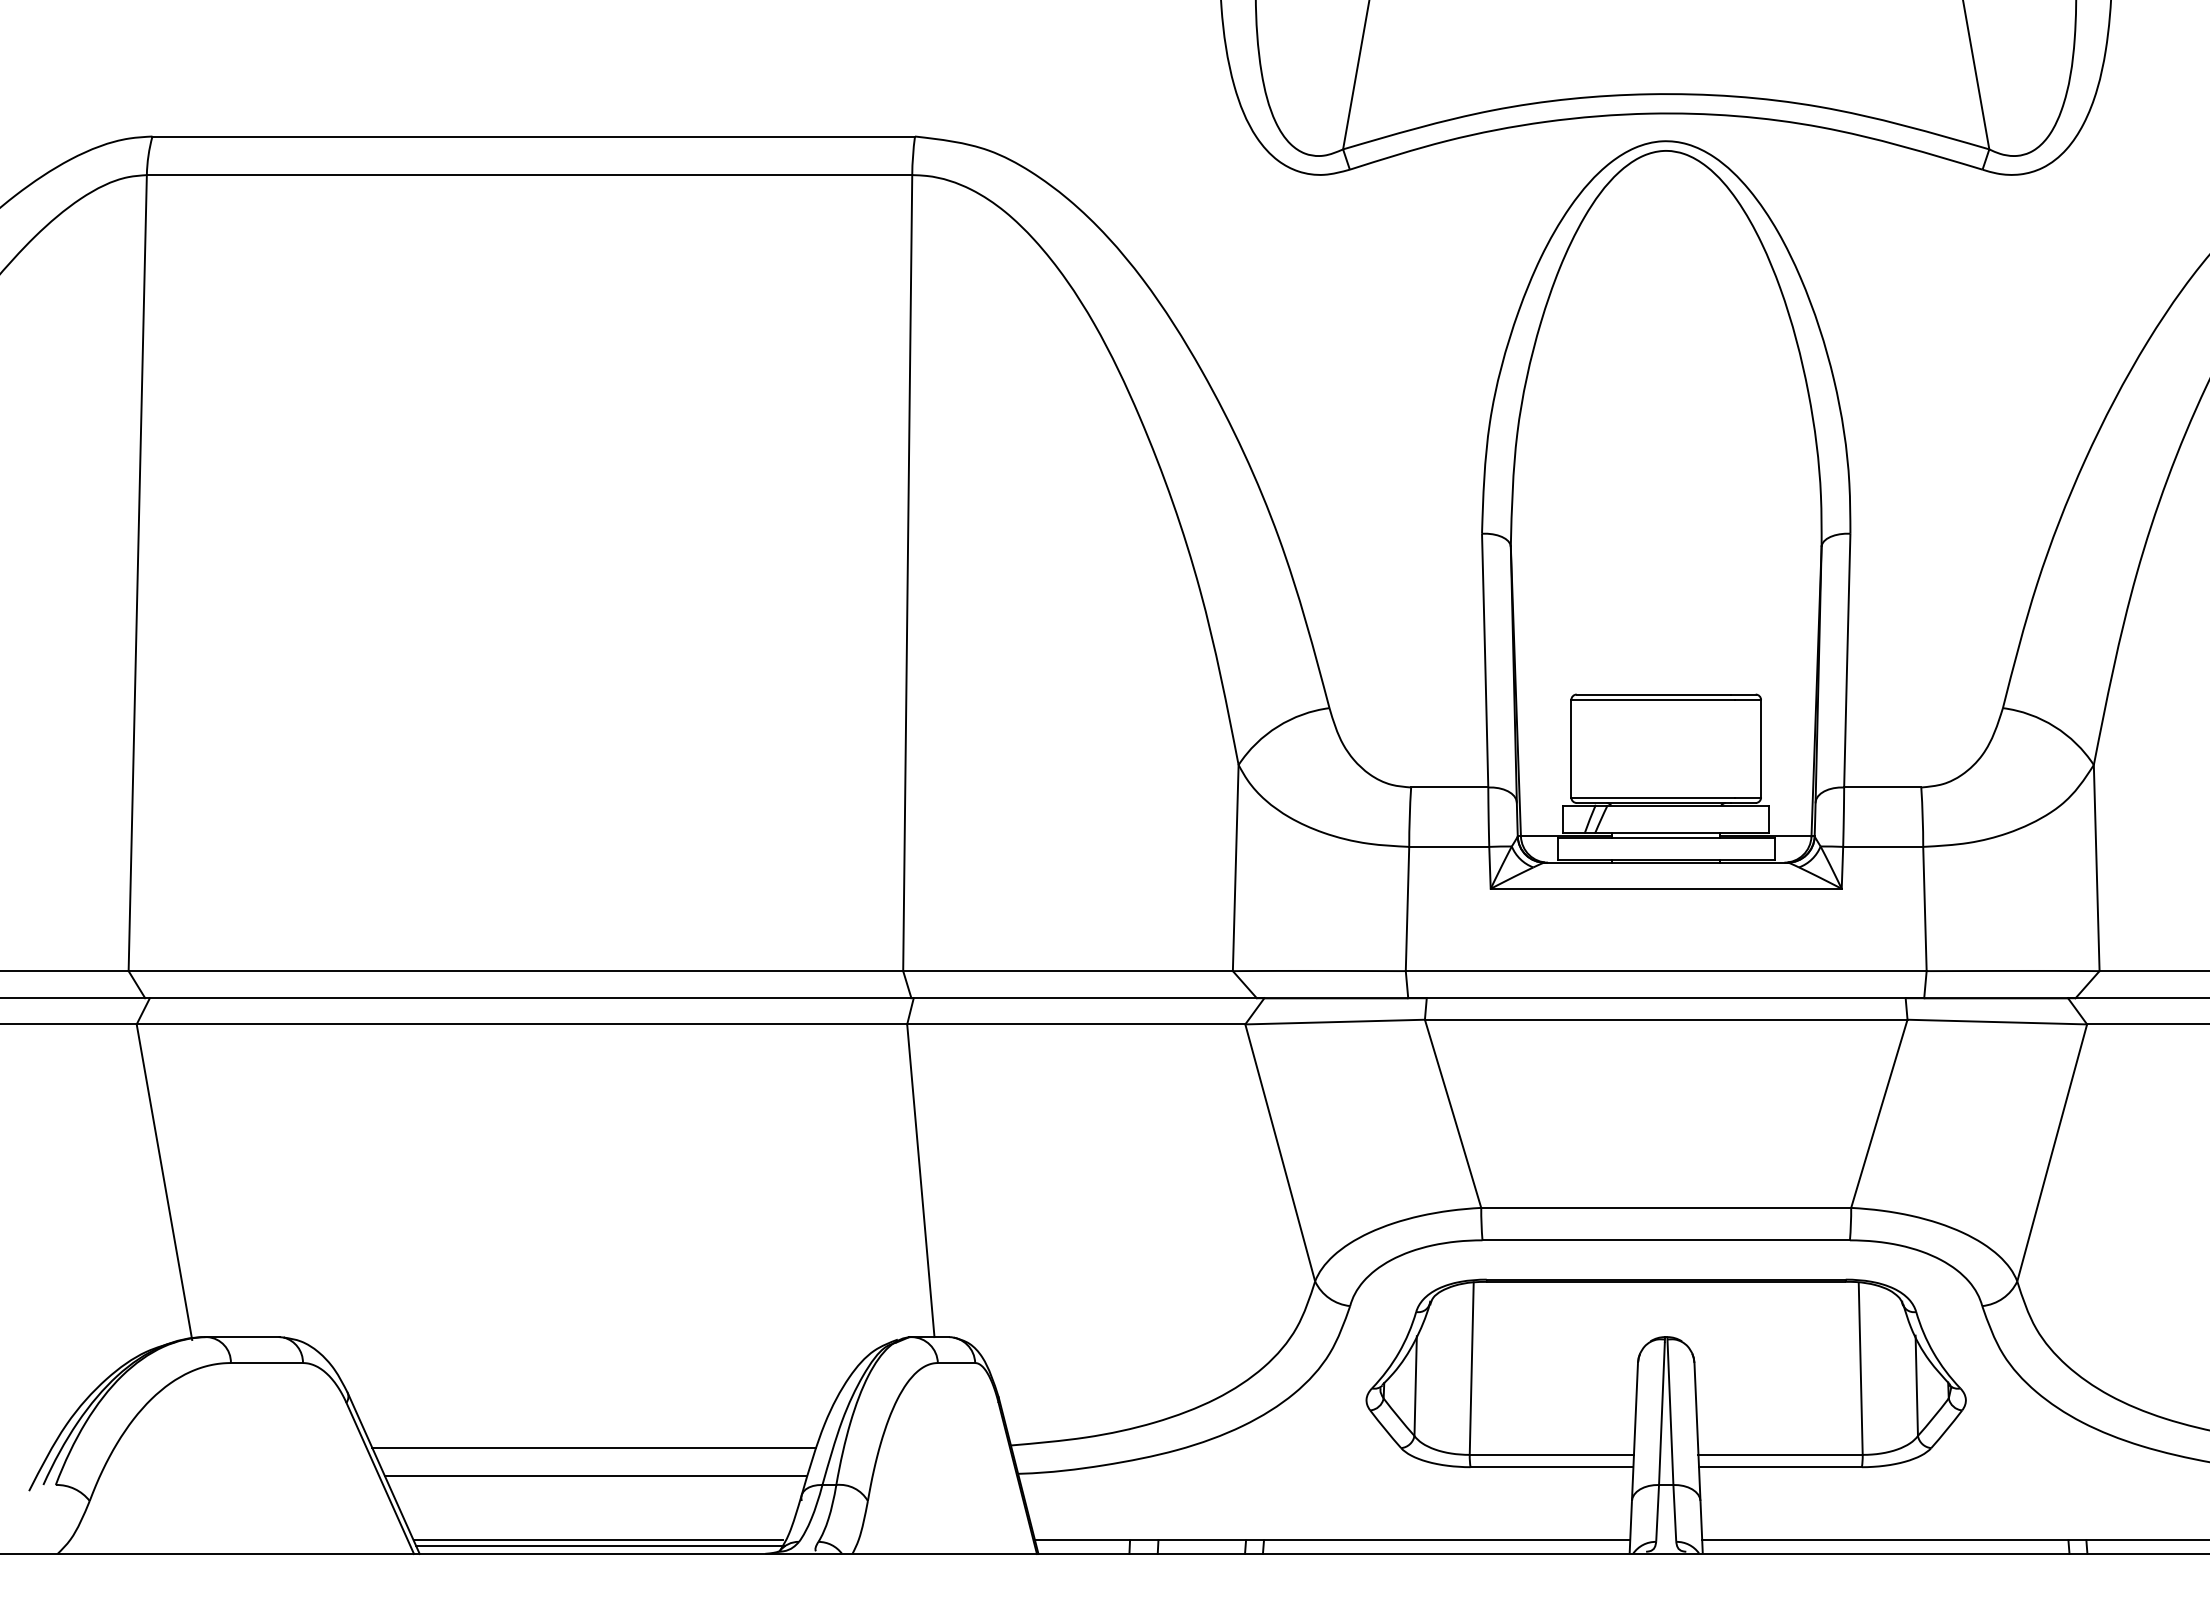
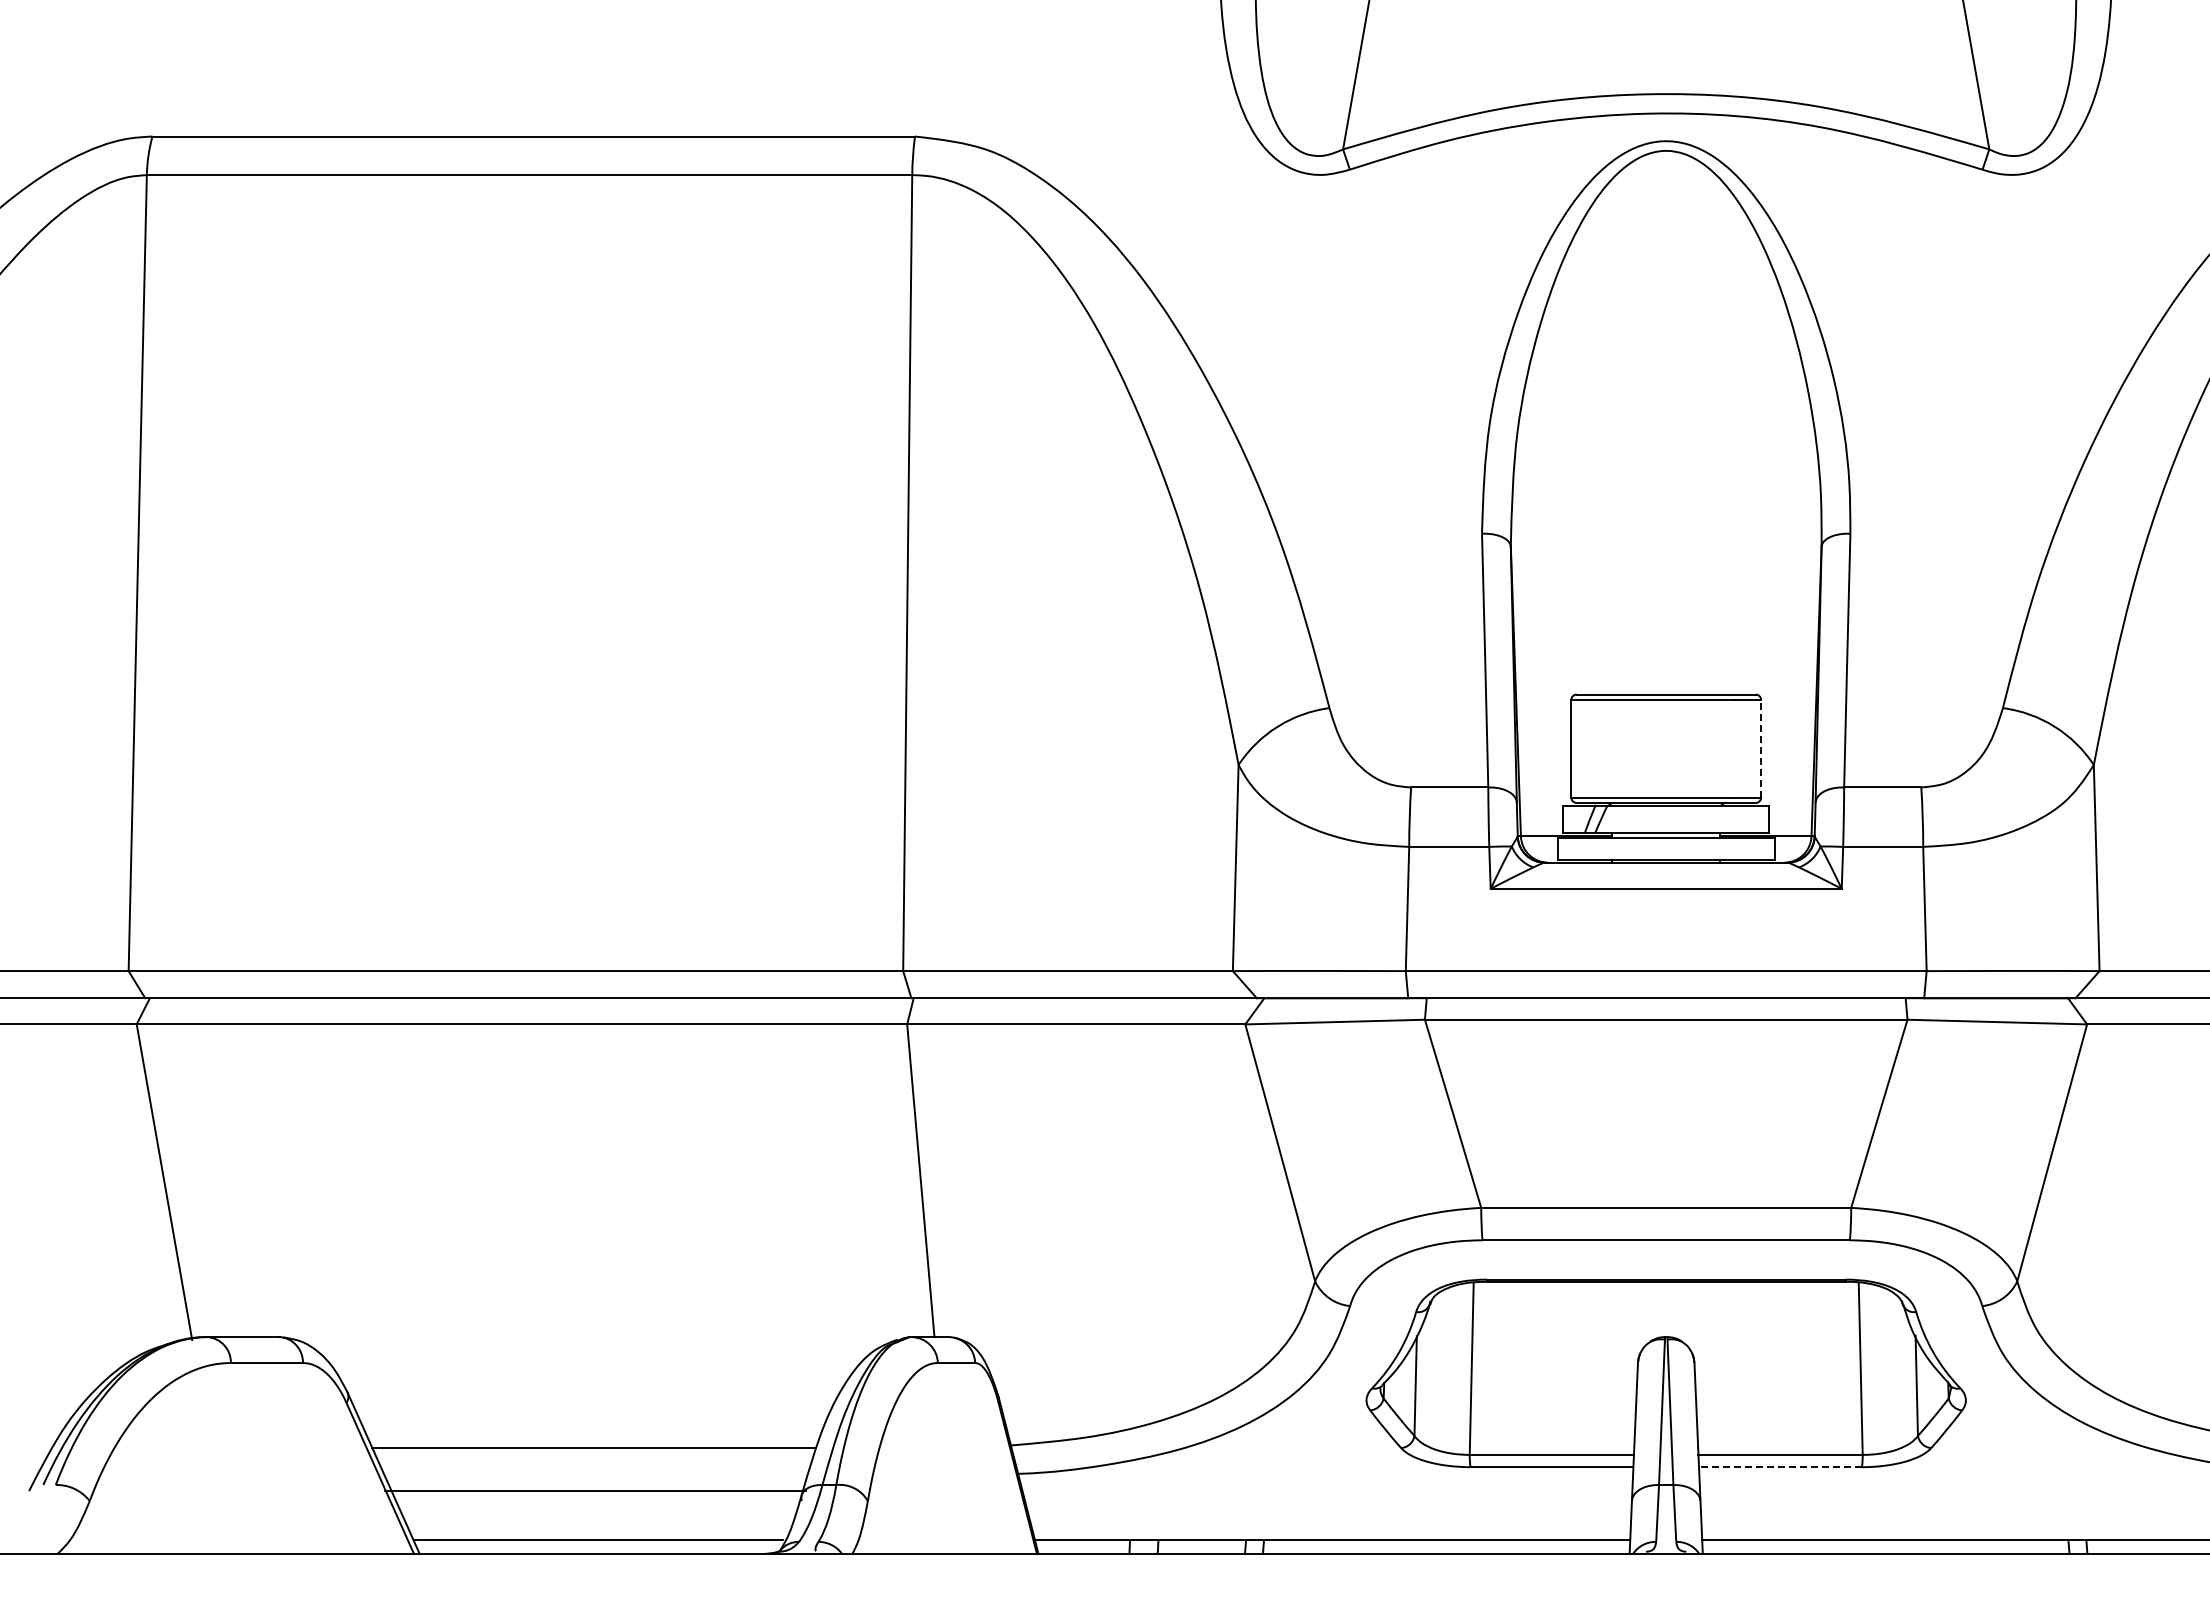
line at (1761, 748): solid -> dashed
line at (1780, 1467): solid -> dashed
line at (595, 1475) position: (595, 1475) -> (595, 1490)
line at (600, 1545): present -> none
